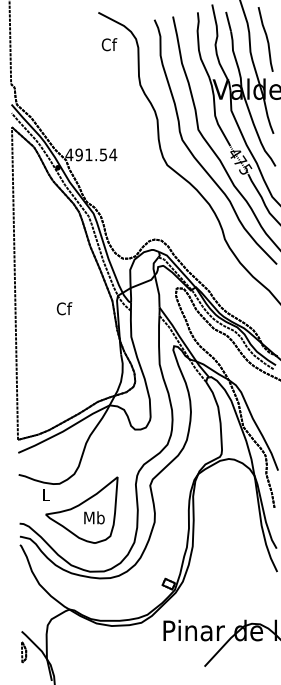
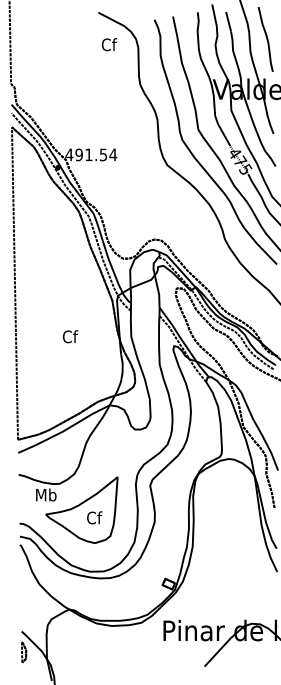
text at (64, 308) position: (64, 308) -> (70, 336)
text at (46, 494): L -> Mb
text at (94, 517): Mb -> Cf
